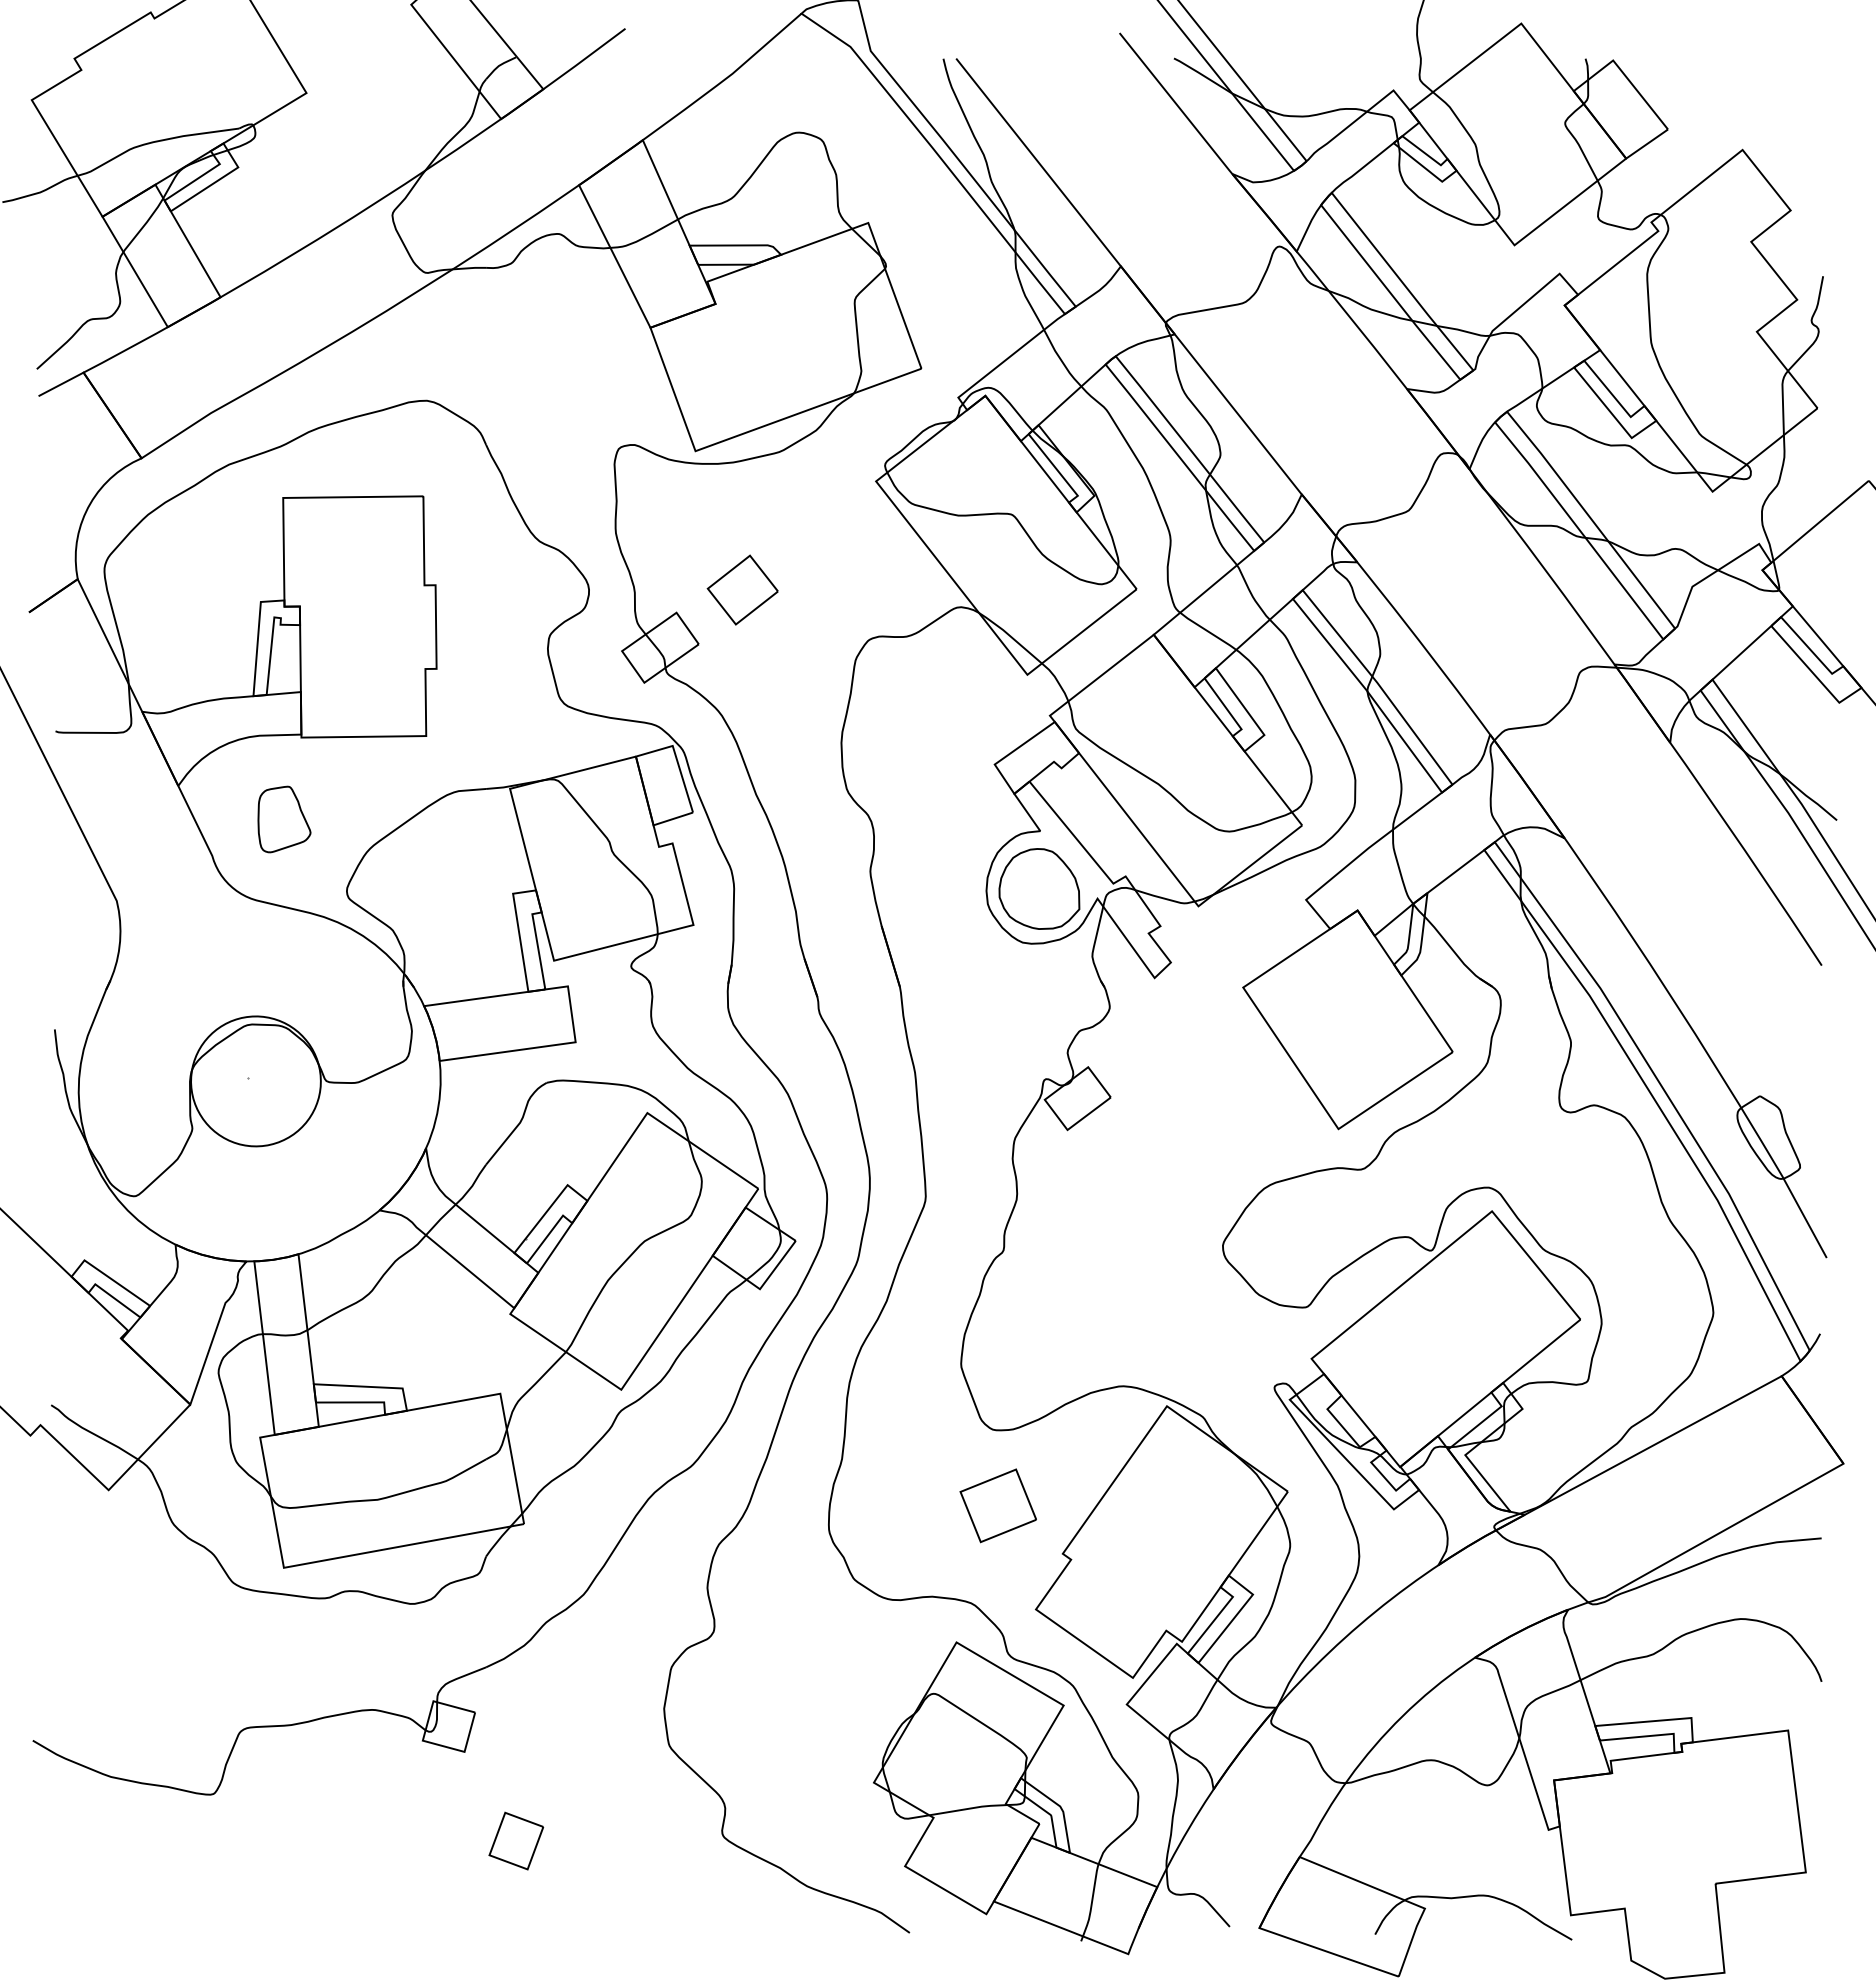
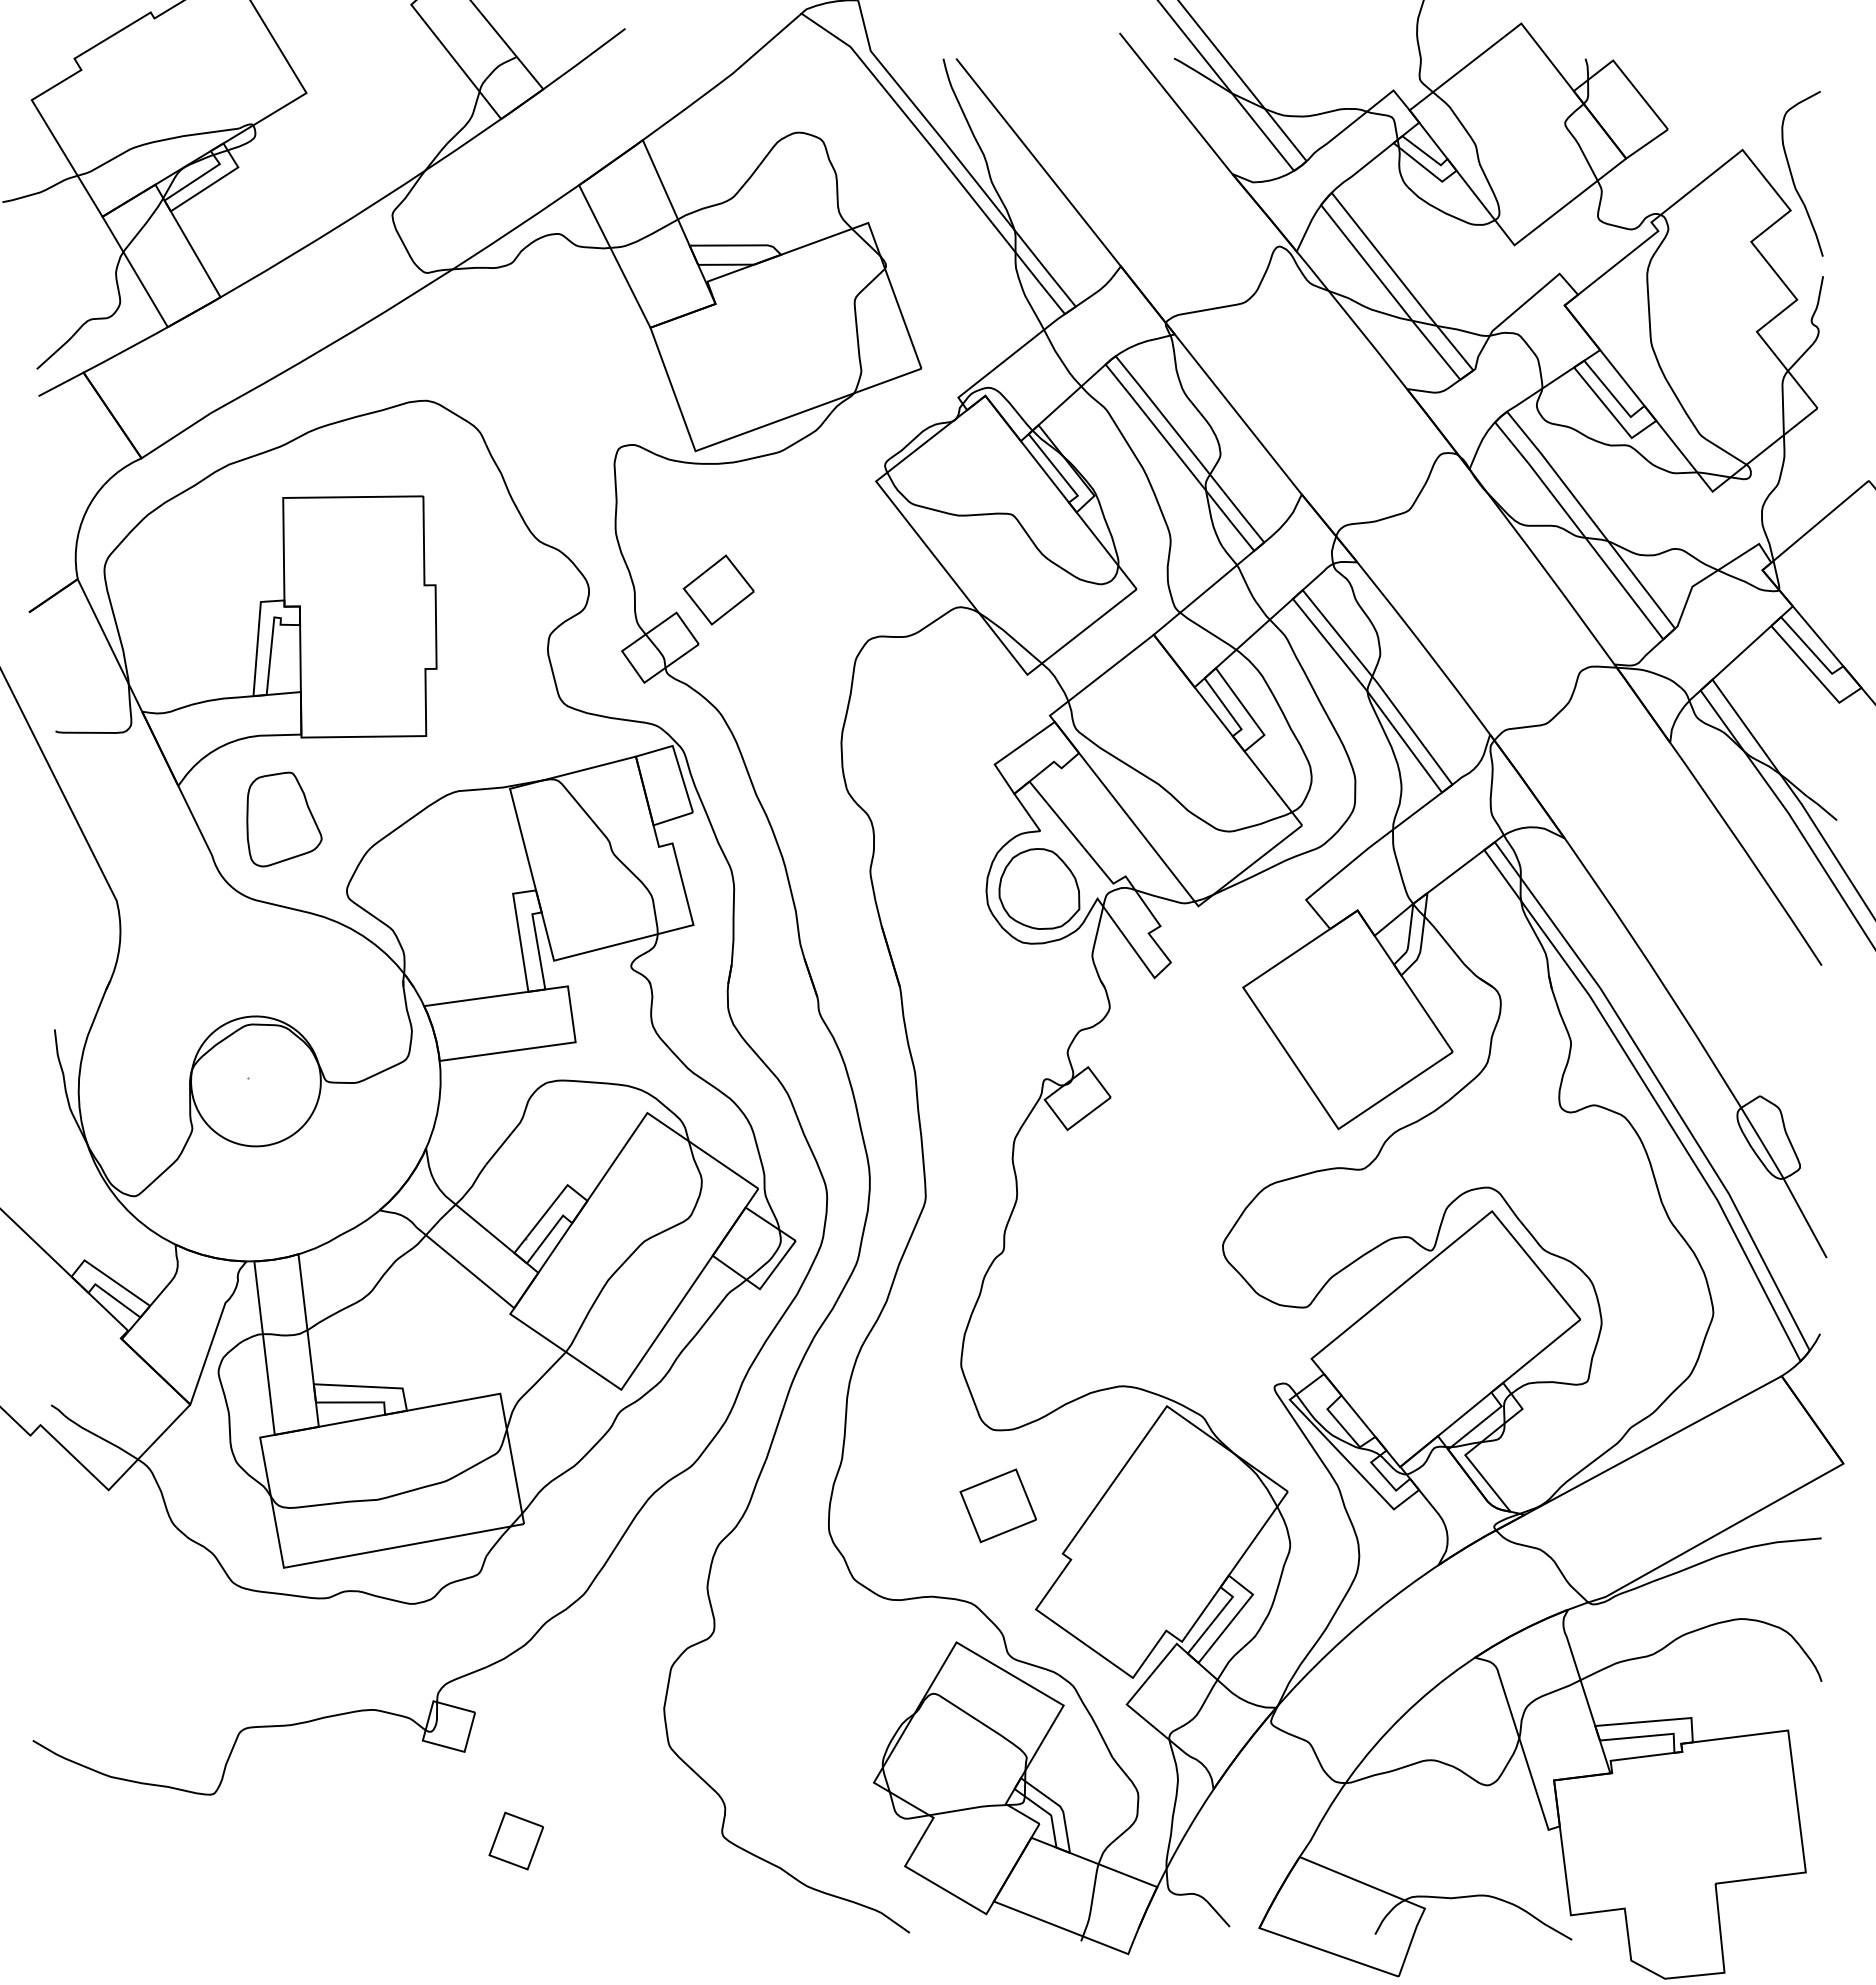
curve at (1793, 177): none -> present
part at (742, 589) position: (742, 589) -> (718, 589)
part at (284, 819) size: 55x69 px -> 77x97 px
